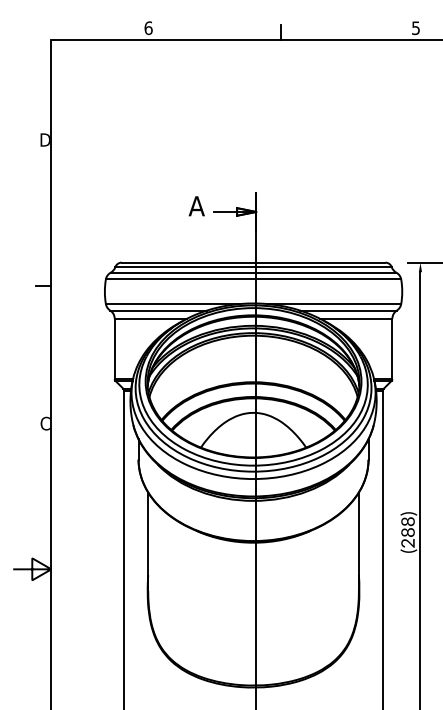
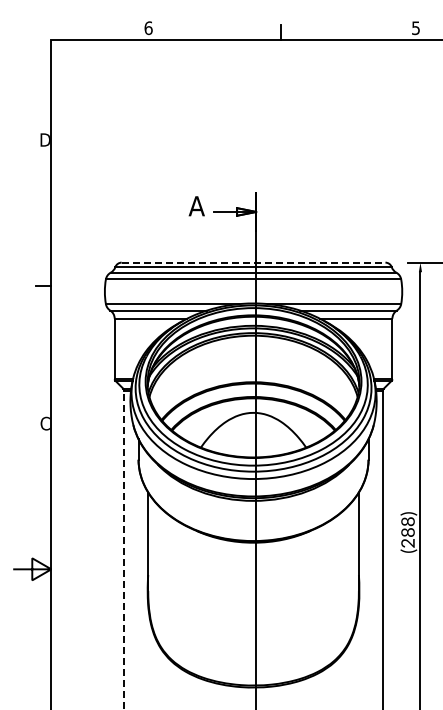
line at (253, 262): solid -> dashed
line at (124, 550): solid -> dashed
